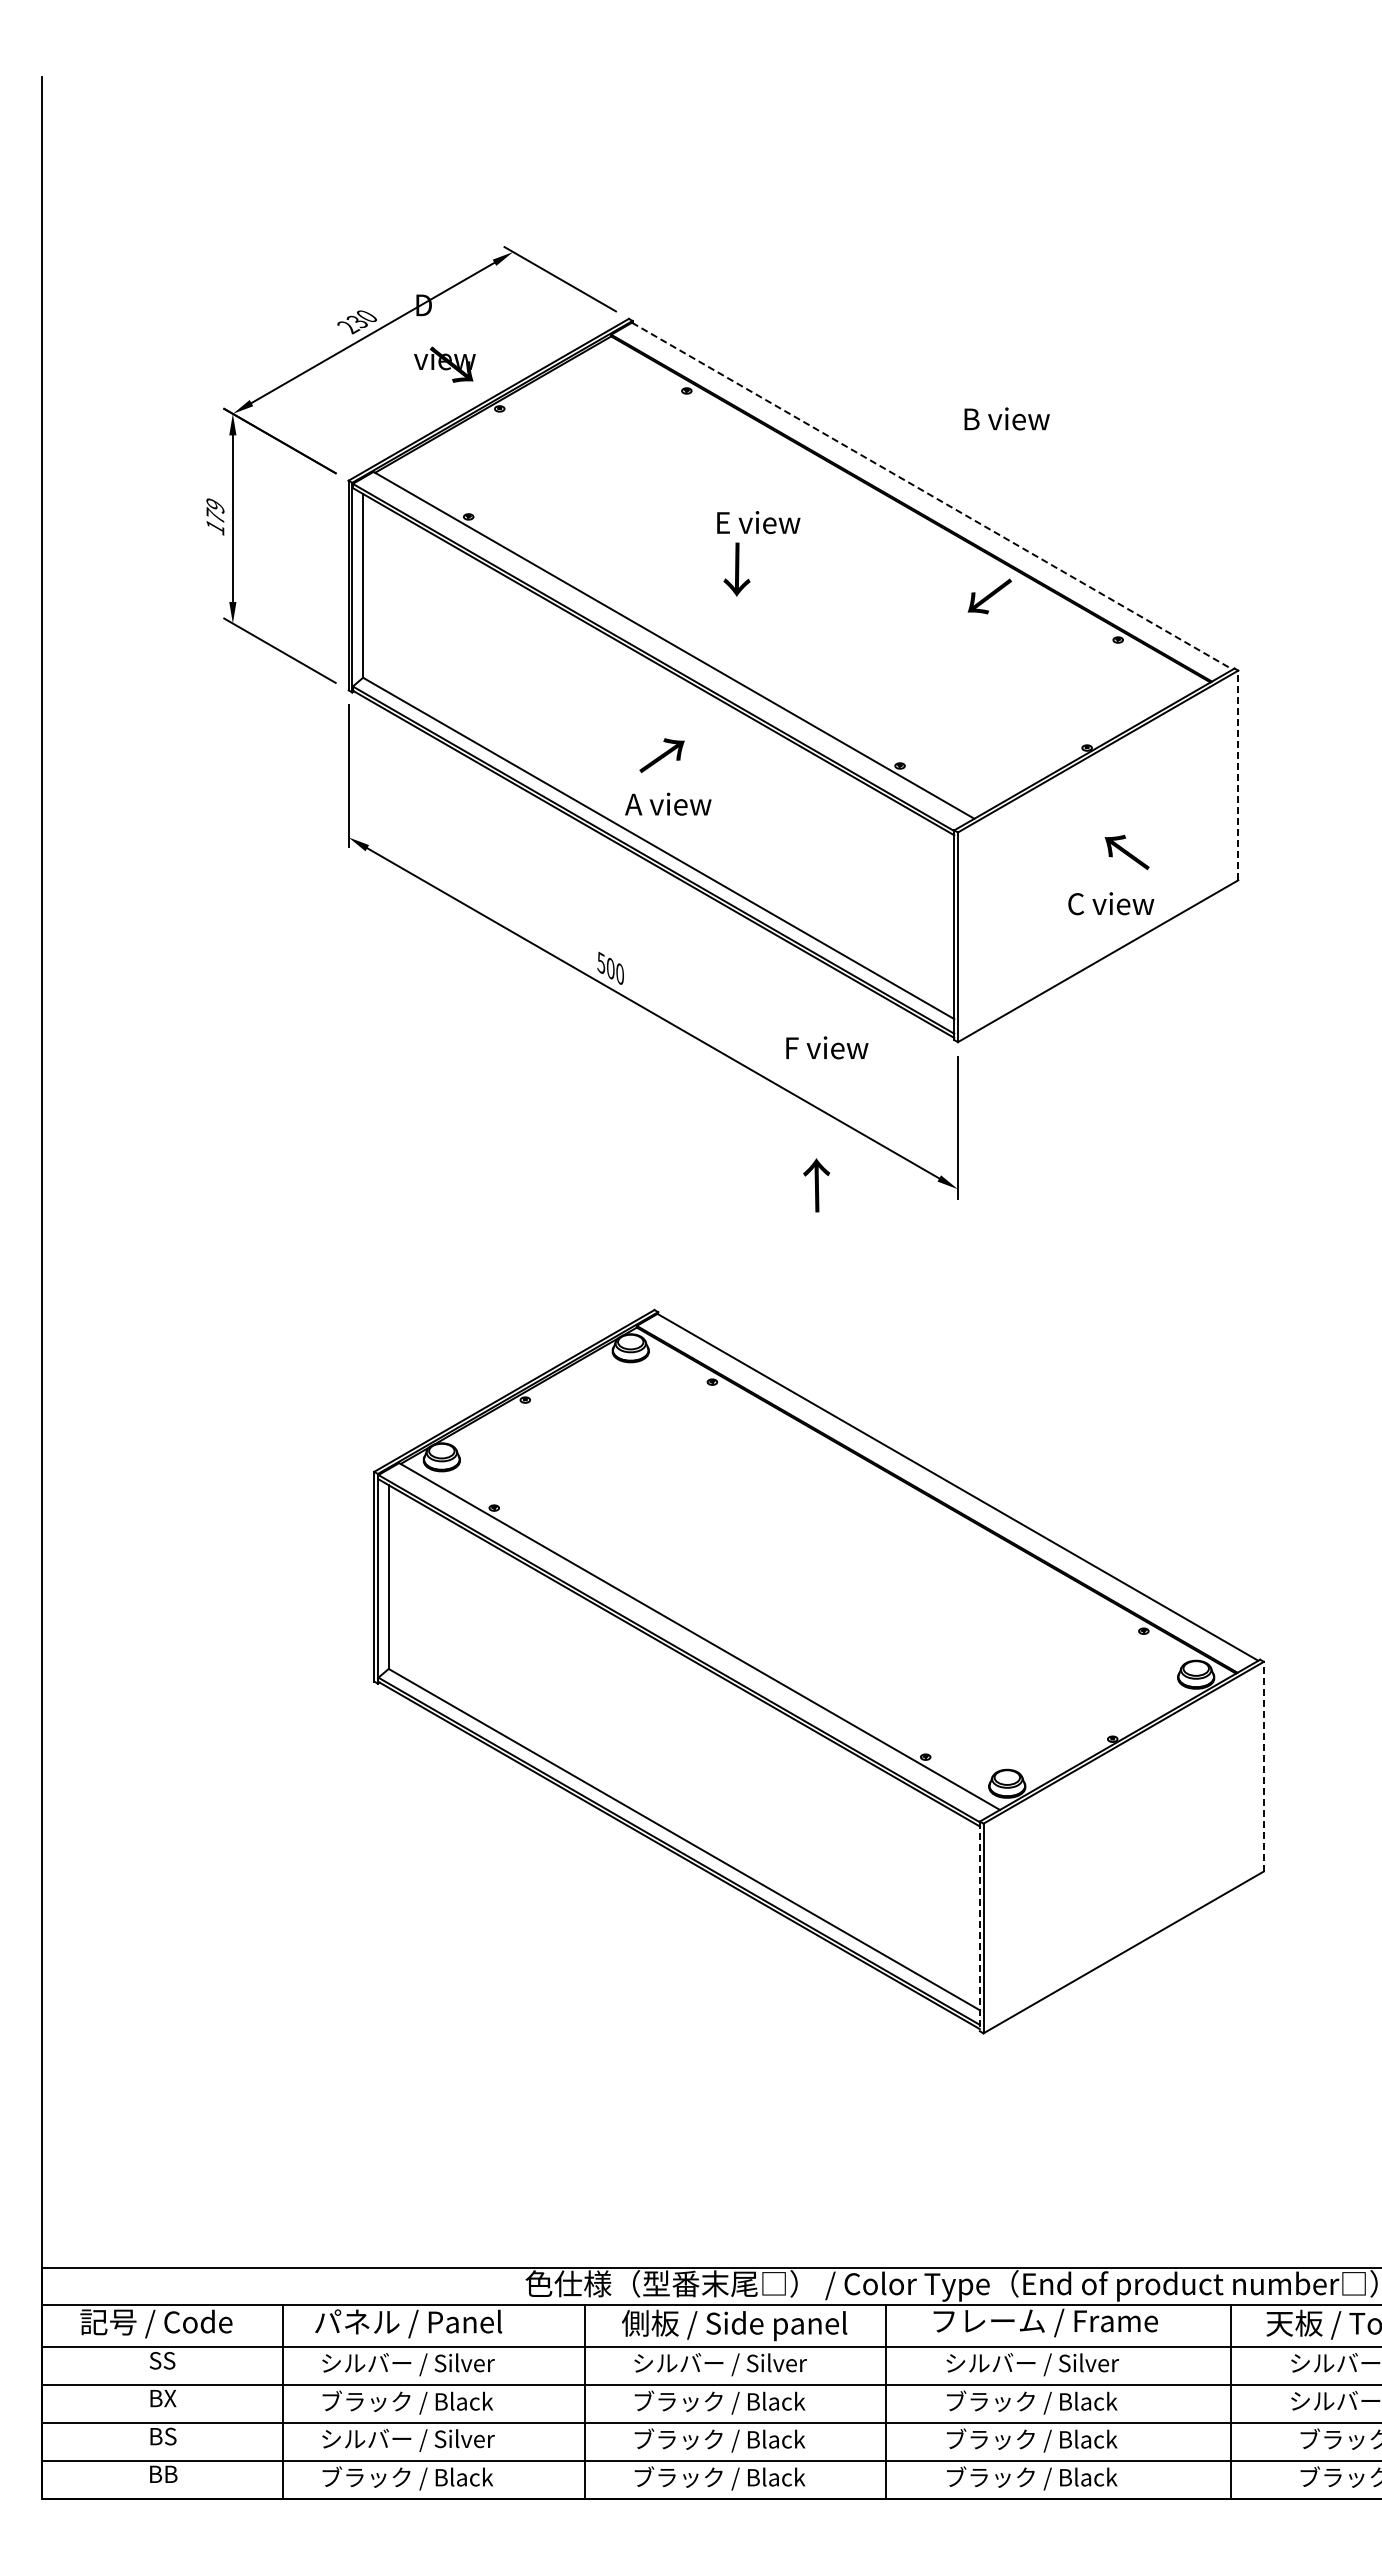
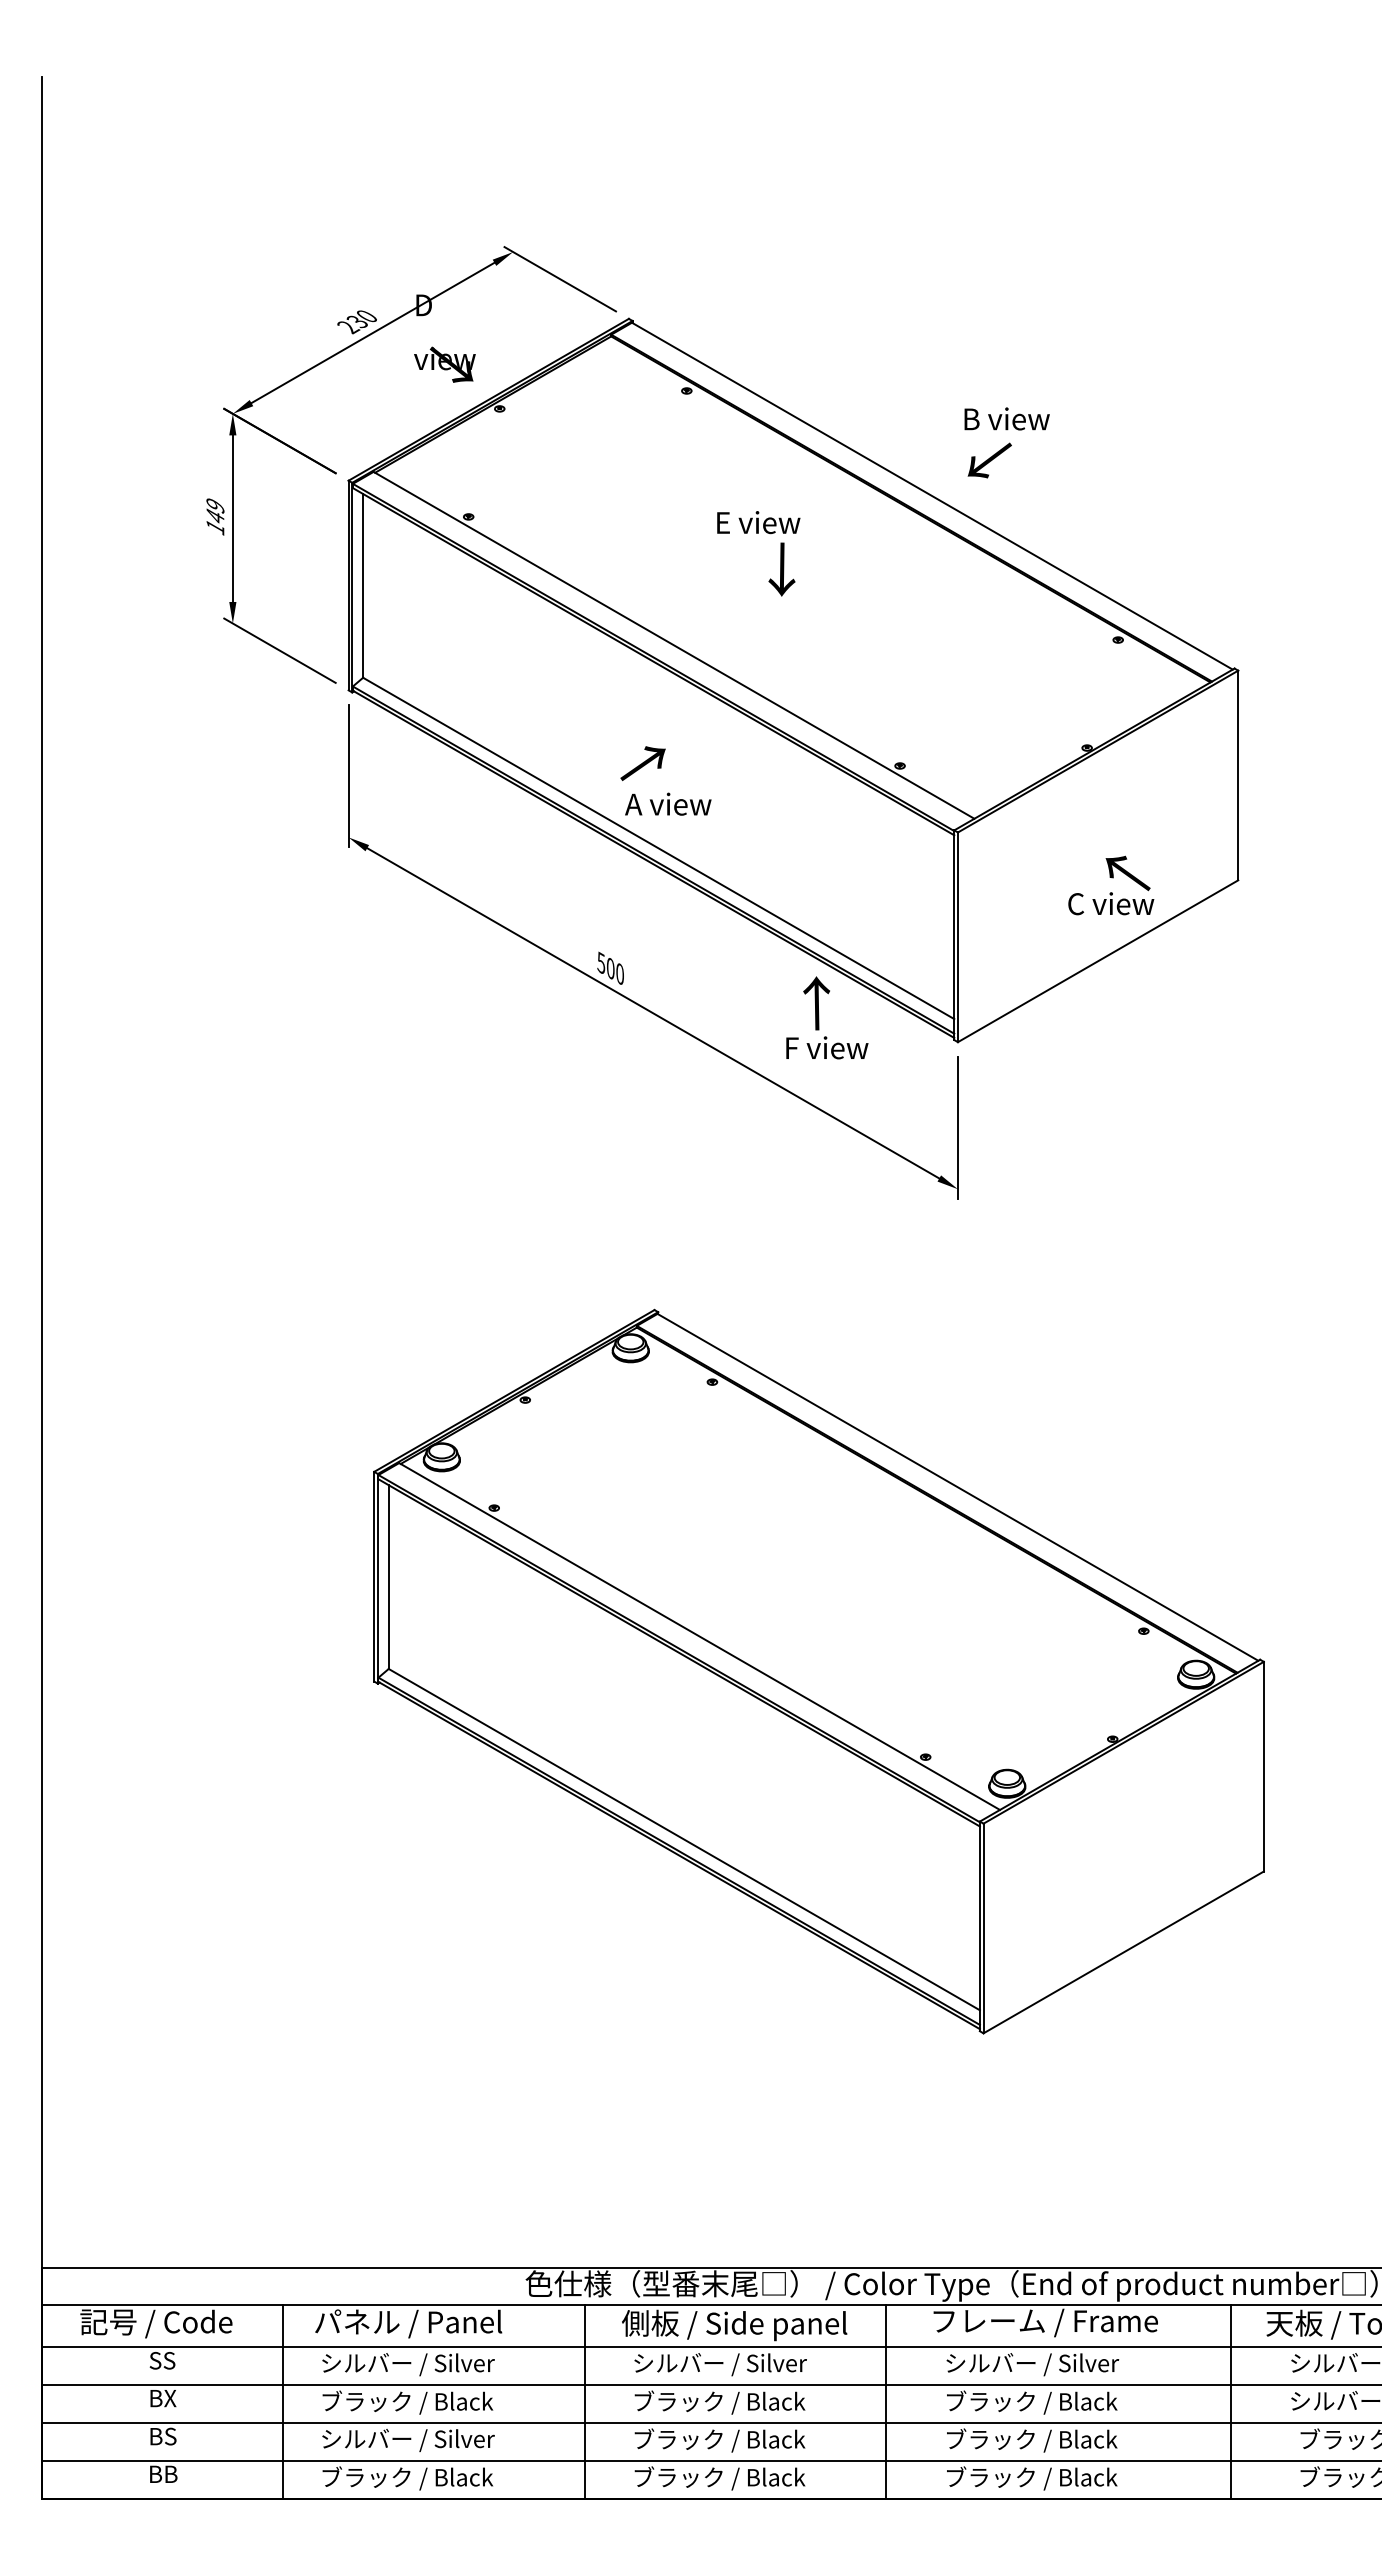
line at (932, 496): dashed -> solid
text at (215, 515): 179 -> 149
text at (736, 569) position: (736, 569) -> (781, 569)
text at (989, 596) position: (989, 596) -> (989, 460)
text at (661, 755) position: (661, 755) -> (642, 763)
line at (1238, 775): dashed -> solid
text at (1126, 852) position: (1126, 852) -> (1127, 873)
text at (816, 1185) position: (816, 1185) -> (816, 1003)
line at (1263, 1766): dashed -> solid
line at (979, 1926): dashed -> solid
